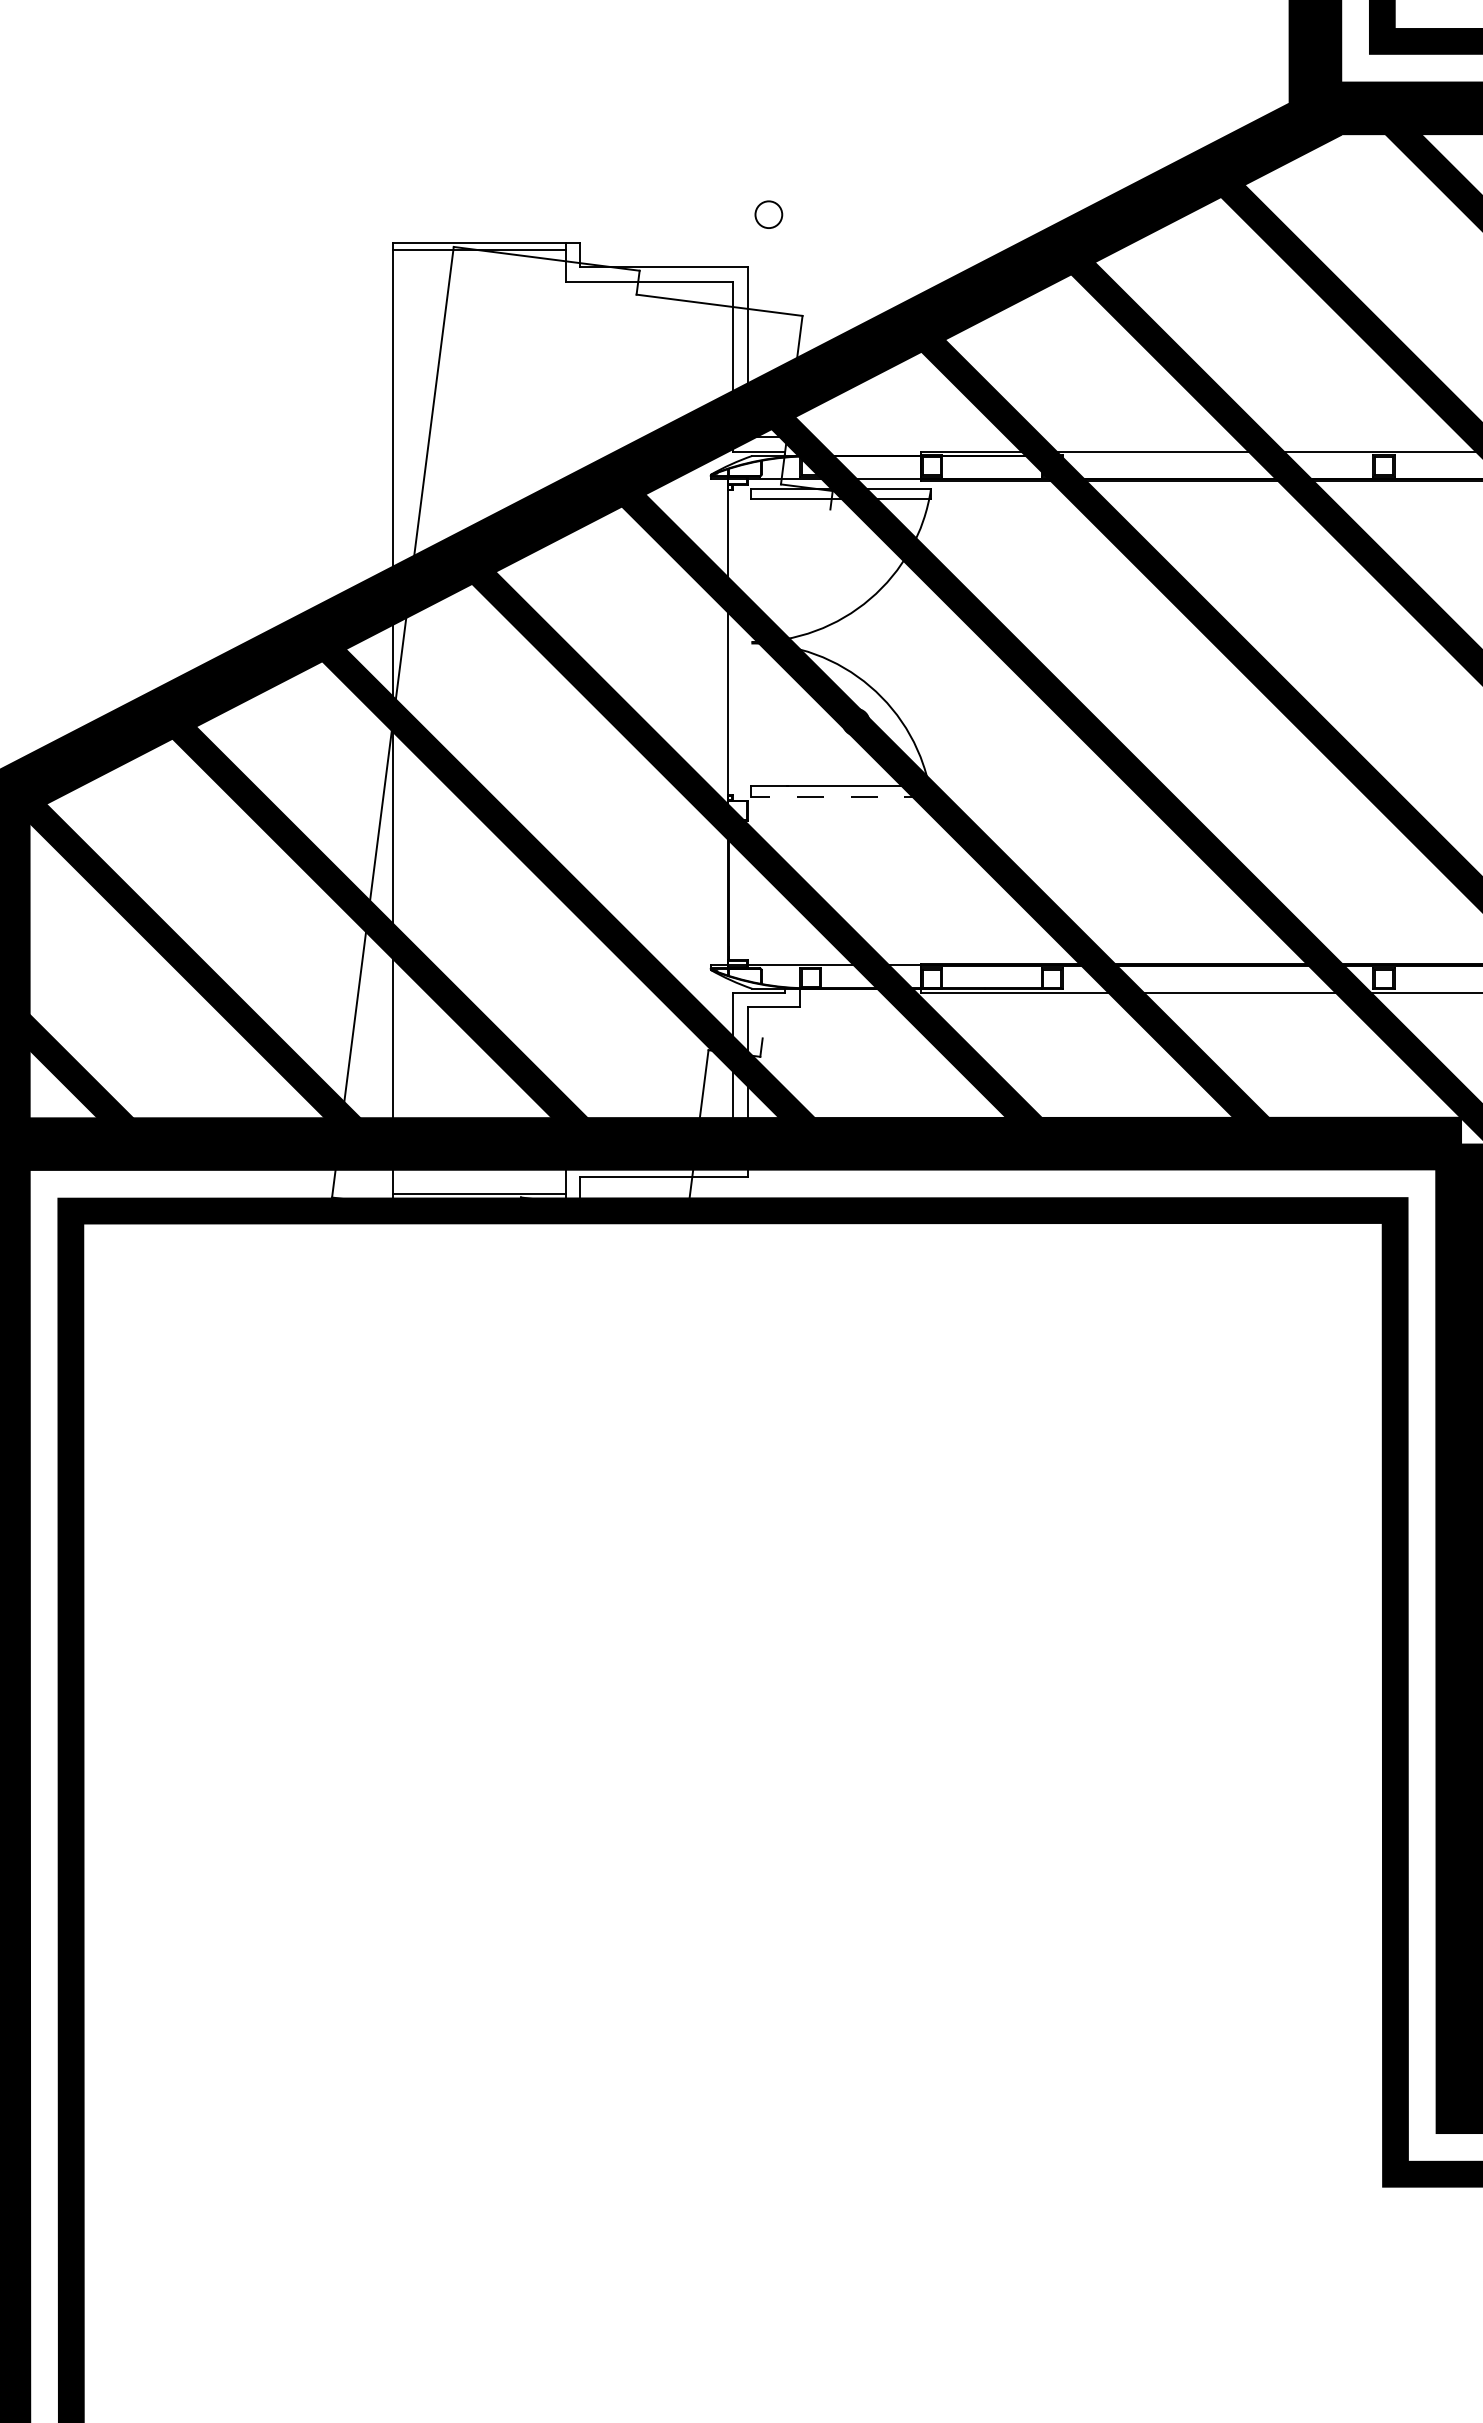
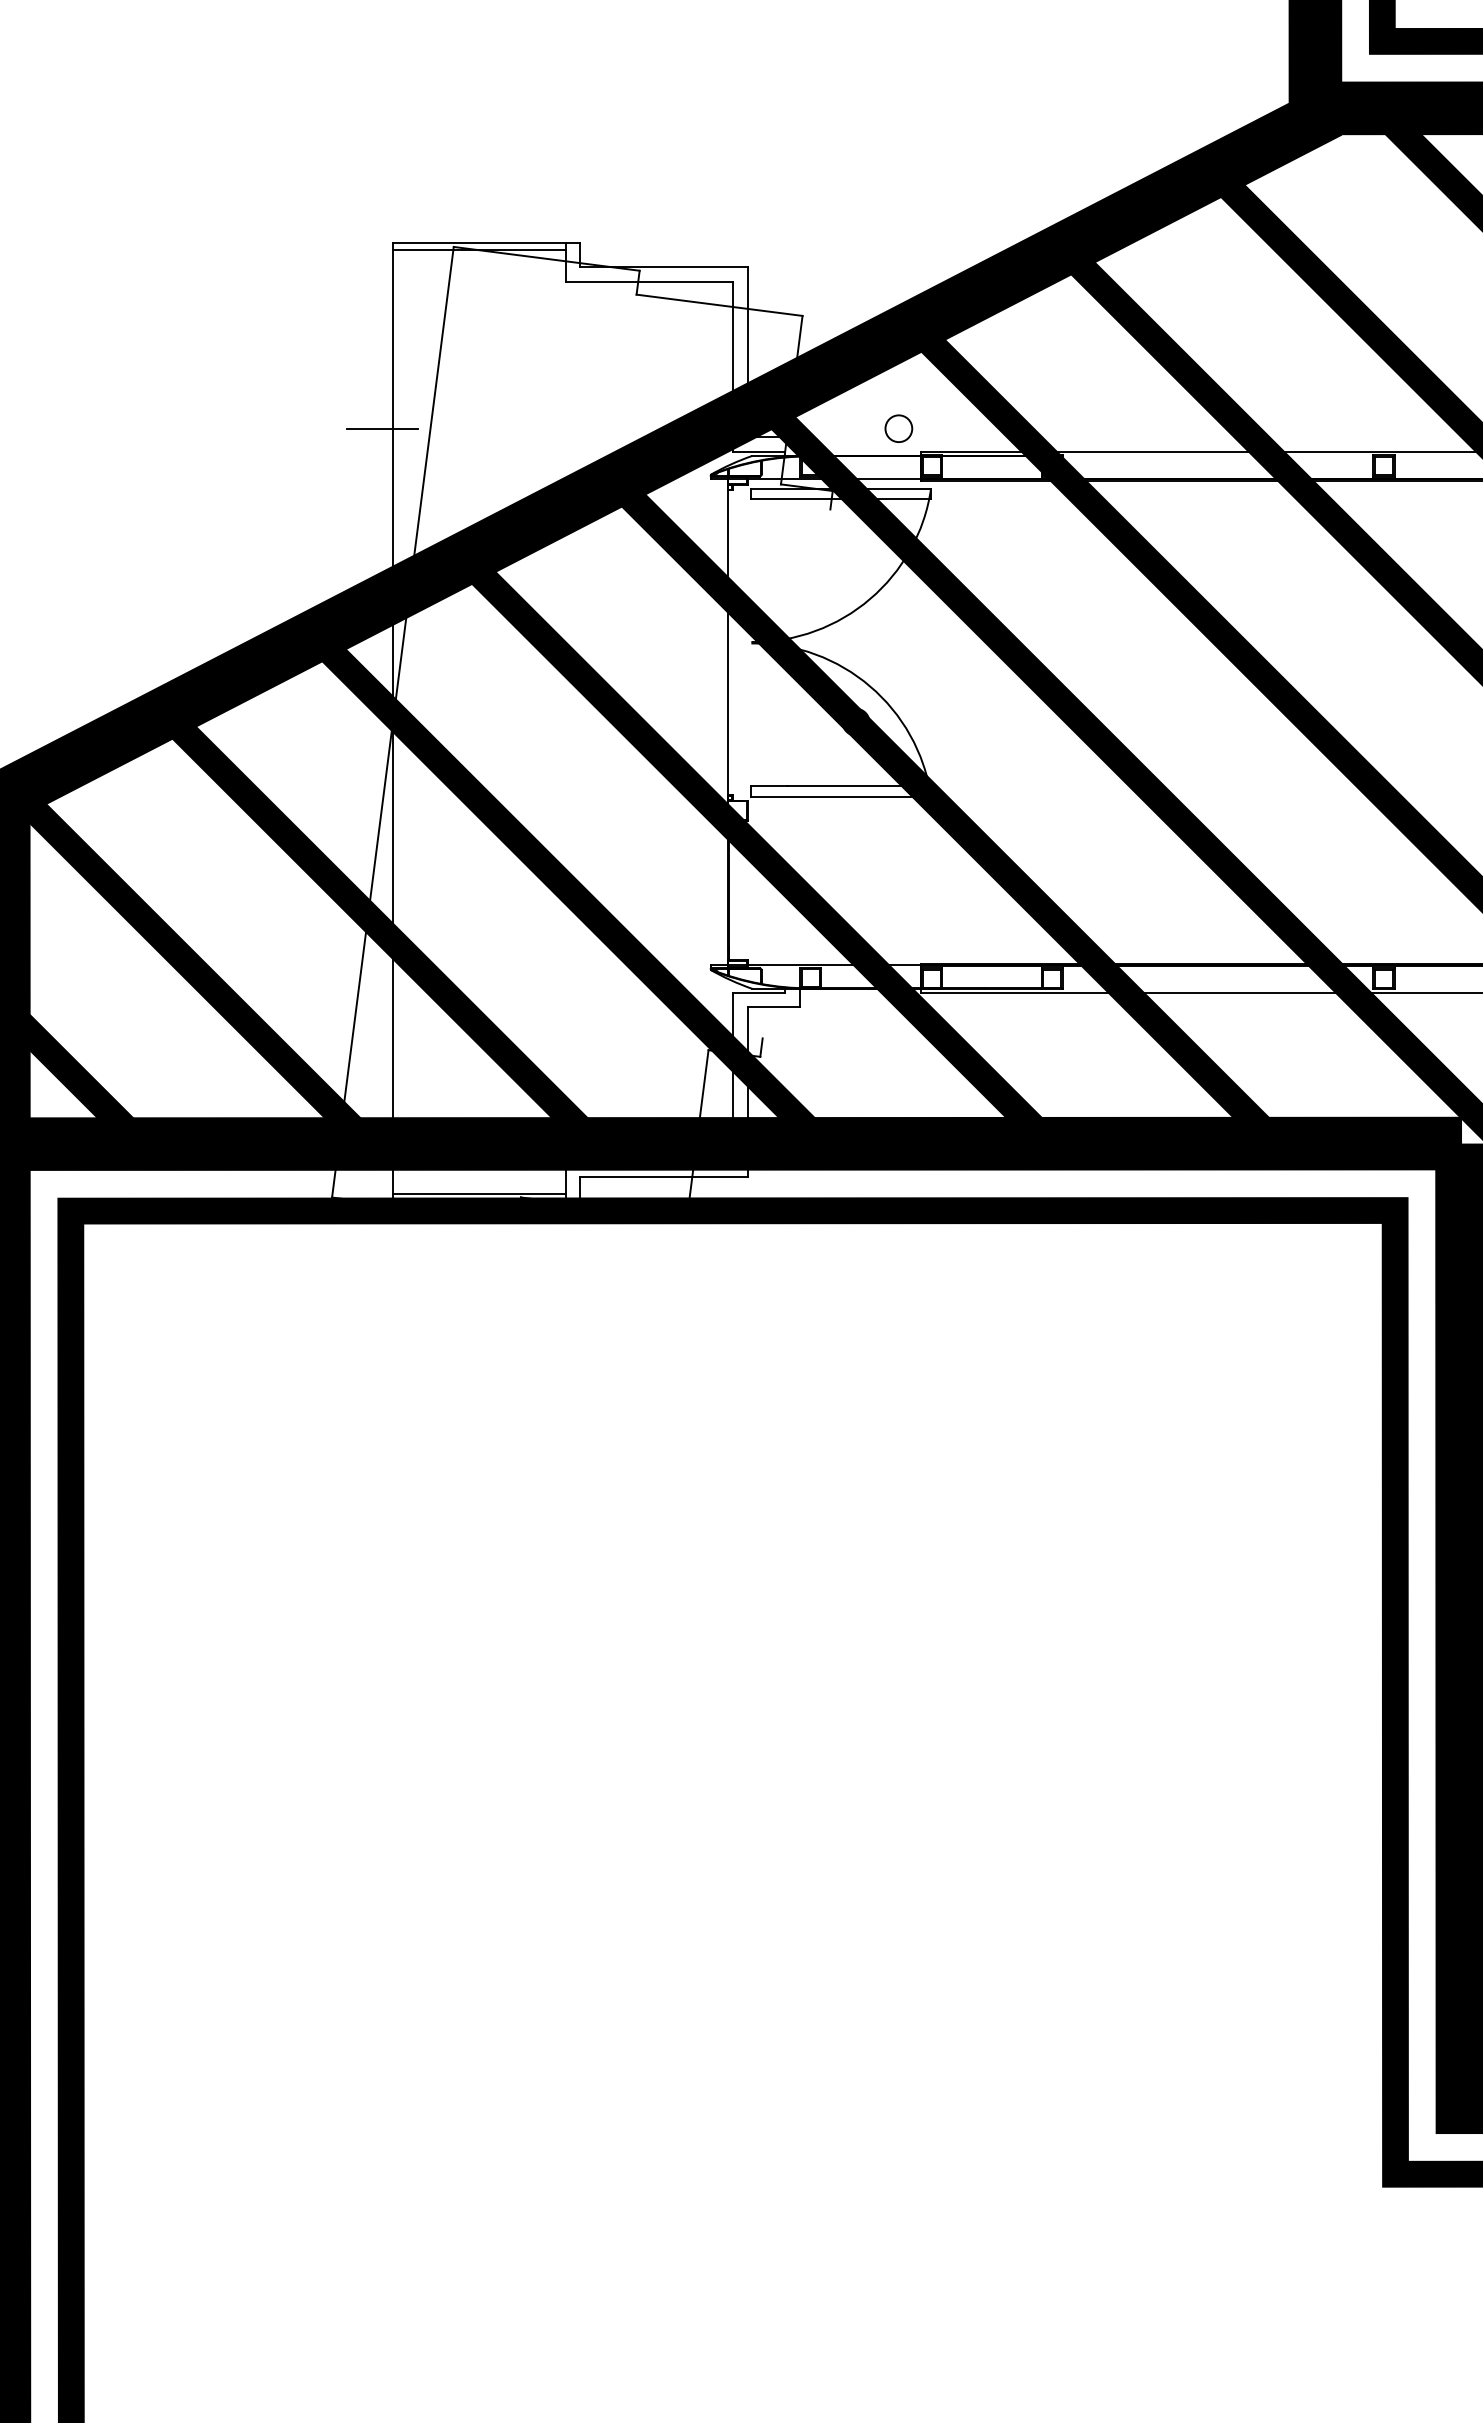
circle at (768, 214) position: (768, 214) -> (898, 428)
line at (382, 428): none -> present
line at (841, 796): dashed -> solid
